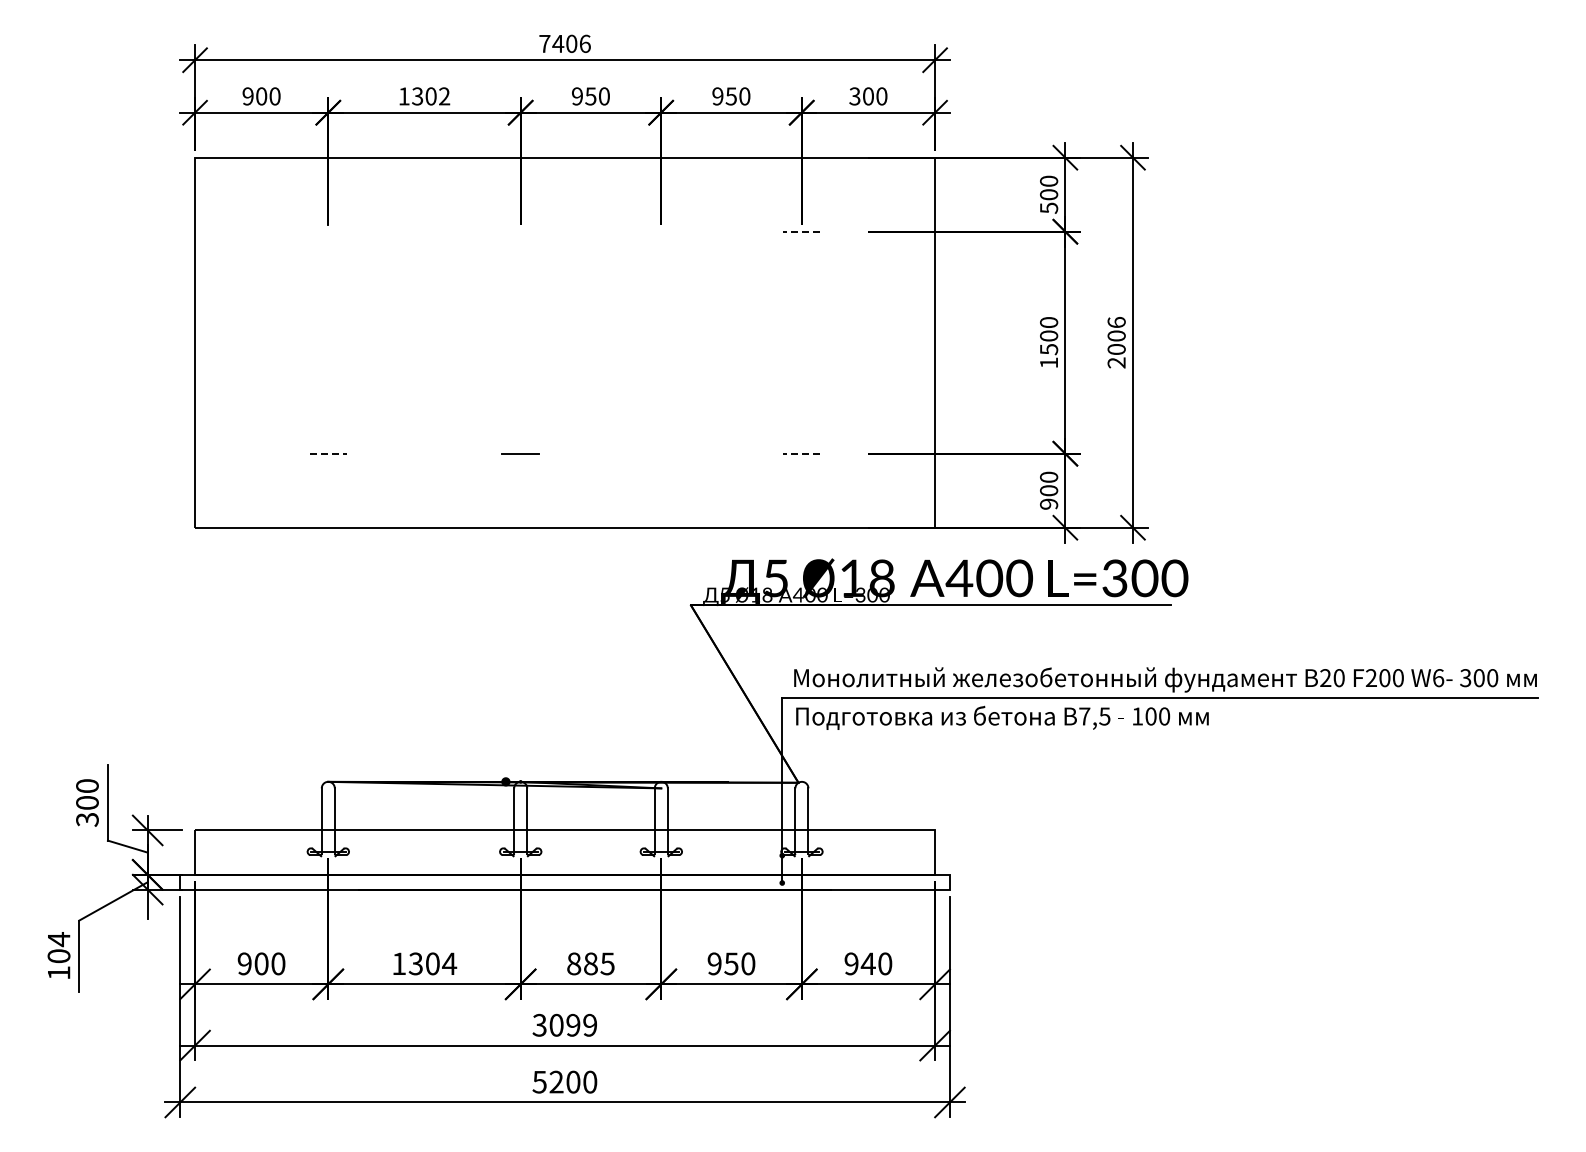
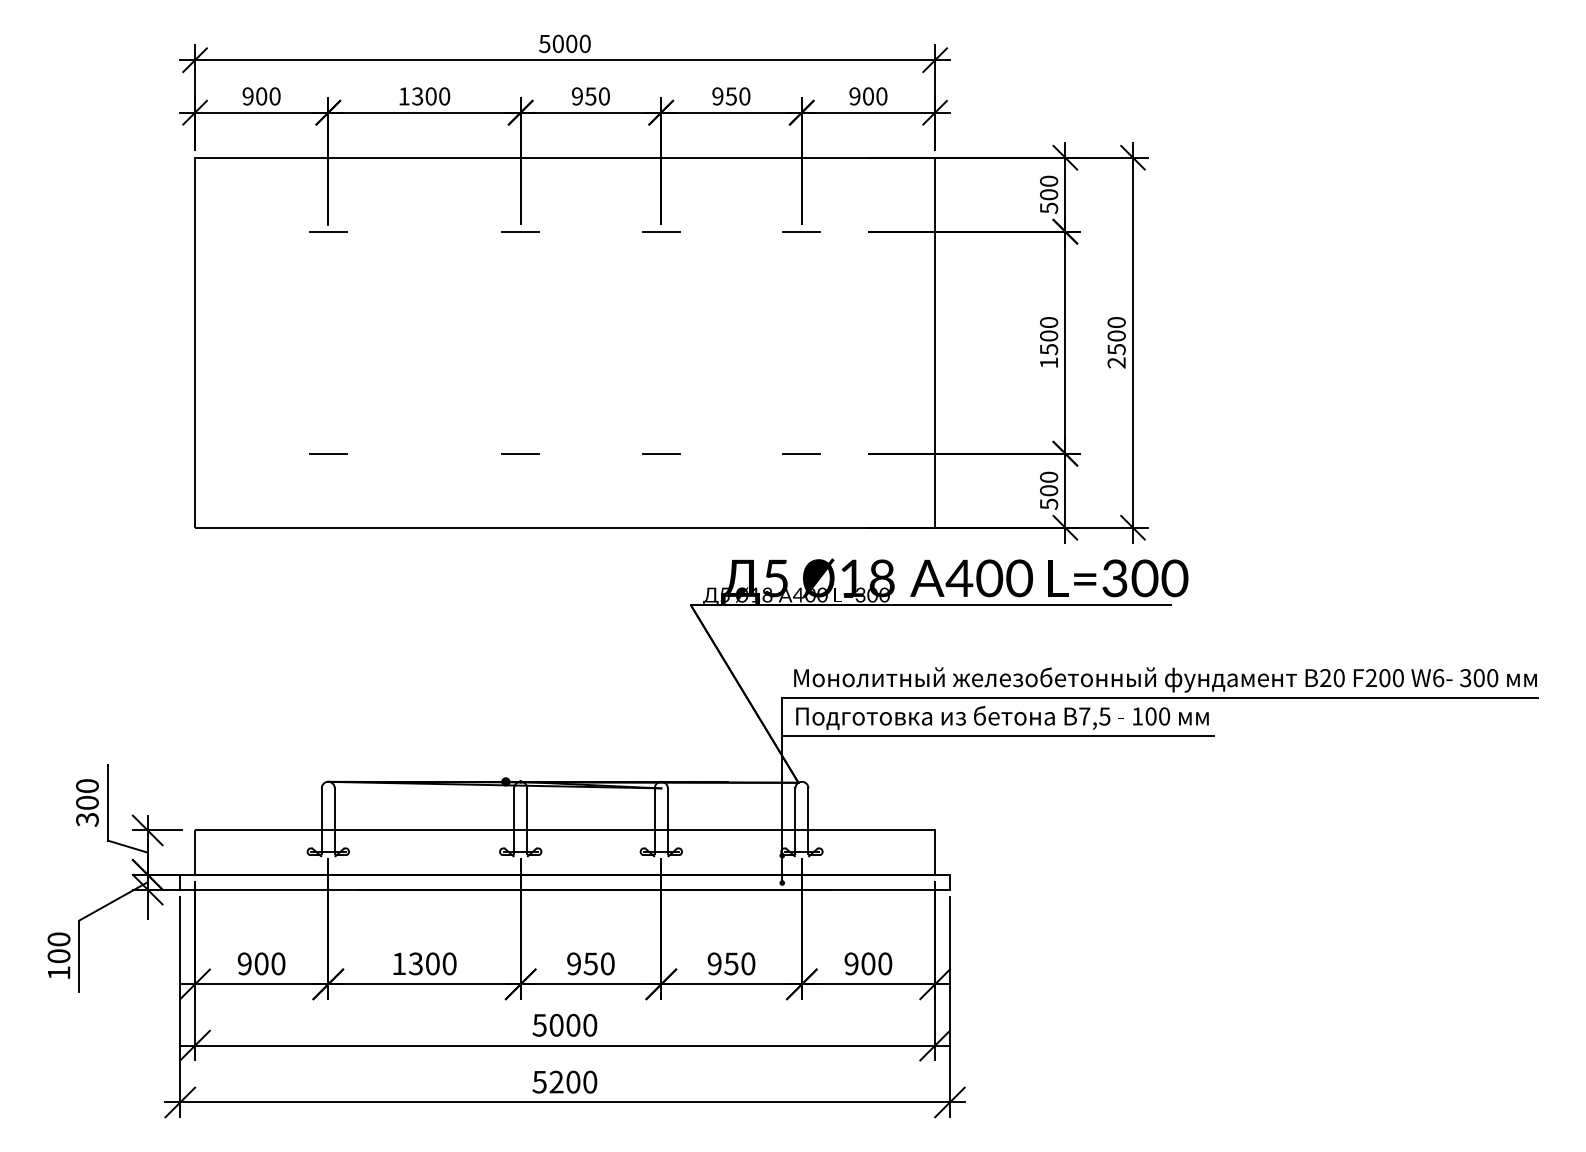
text at (564, 43): 7406 -> 5000
text at (444, 96): 1302 -> 1300
text at (854, 96): 300 -> 900
line at (327, 231): none -> present
line at (520, 231): none -> present
line at (660, 231): none -> present
line at (801, 231): dashed -> solid
text at (1116, 336): 2006 -> 2500
line at (328, 453): dashed -> solid
line at (661, 453): none -> present
line at (801, 453): dashed -> solid
text at (1049, 503): 900 -> 500
line at (997, 735): none -> present
text at (58, 939): 104 -> 100
text at (449, 963): 1304 -> 1300
text at (590, 963): 885 -> 950
text at (867, 963): 940 -> 900
text at (565, 1024): 3099 -> 5000
